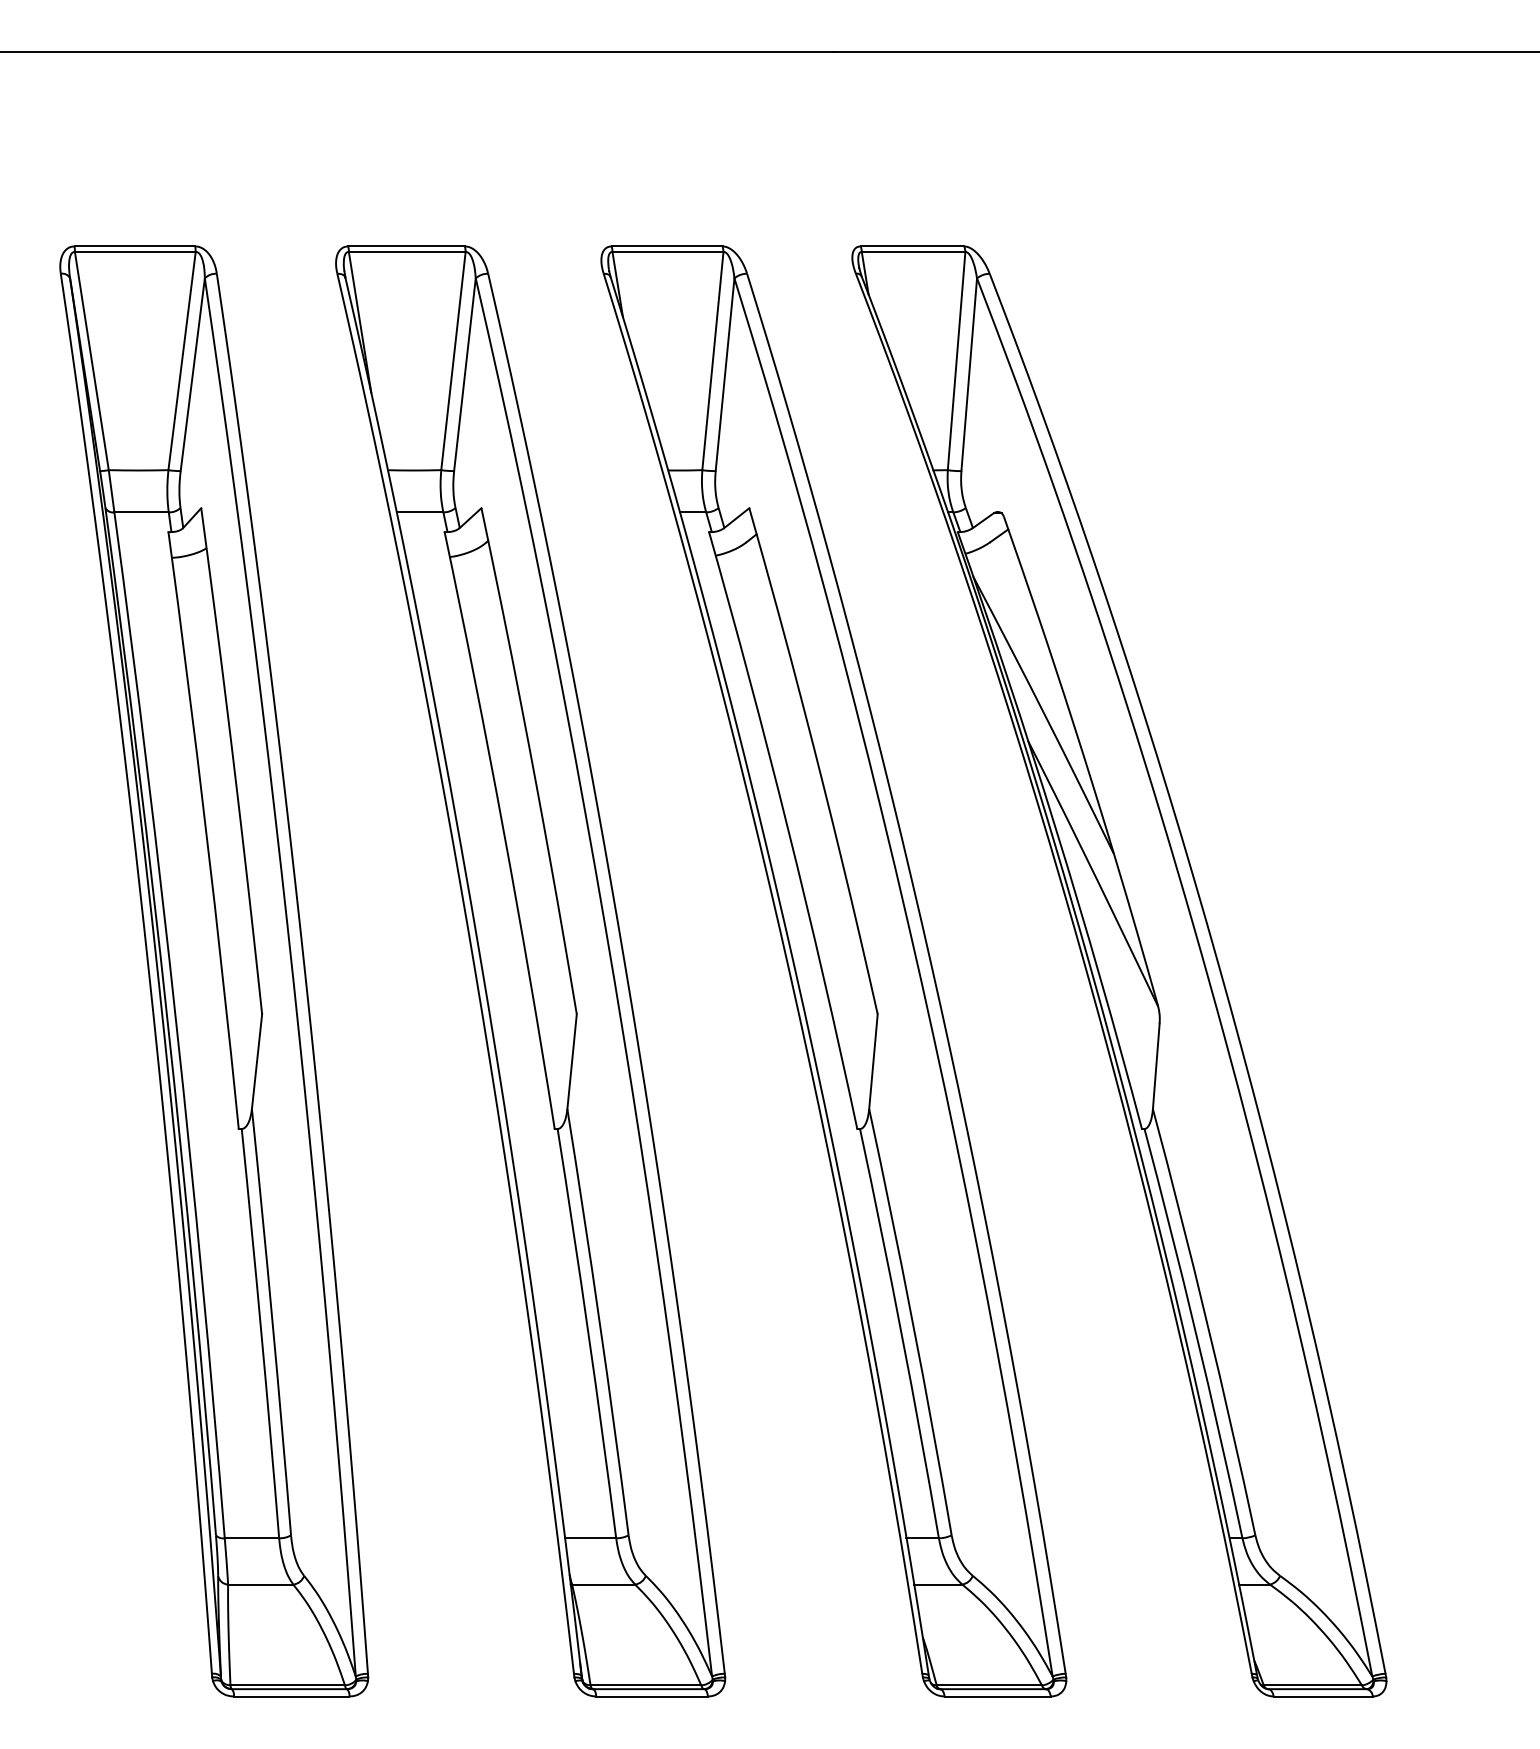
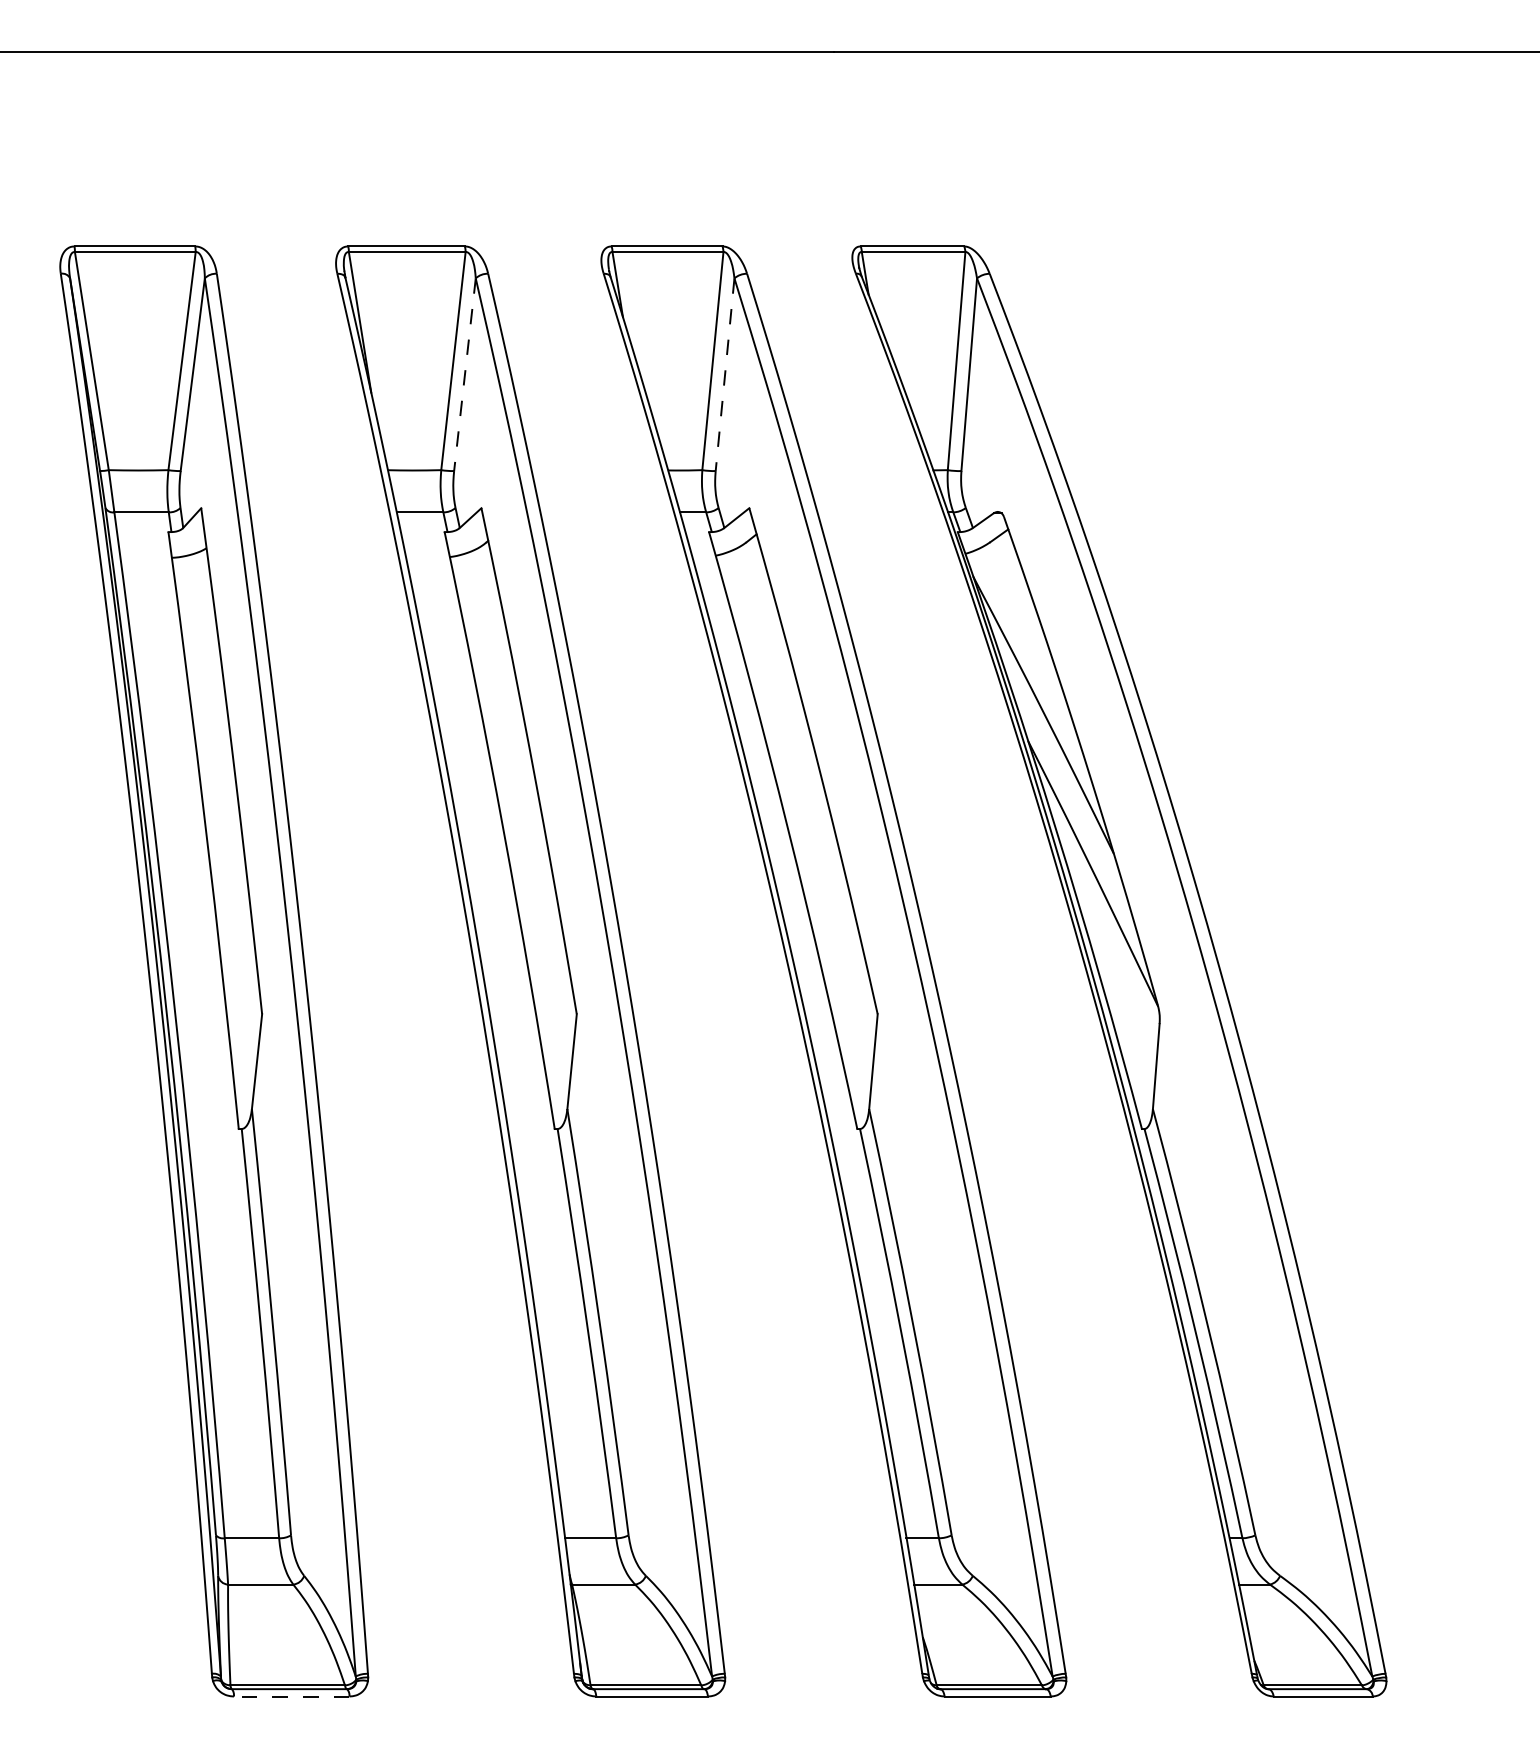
line at (464, 374): solid -> dashed
line at (725, 374): solid -> dashed
line at (291, 1696): solid -> dashed
